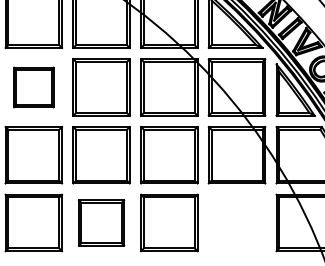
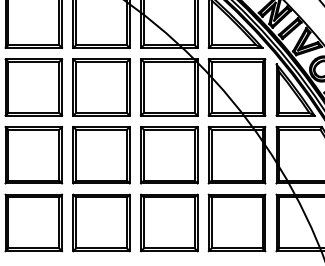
part at (33, 87) size: 42x43 px -> 60x59 px
part at (101, 222) size: 49x48 px -> 59x60 px
part at (236, 222): none -> present
